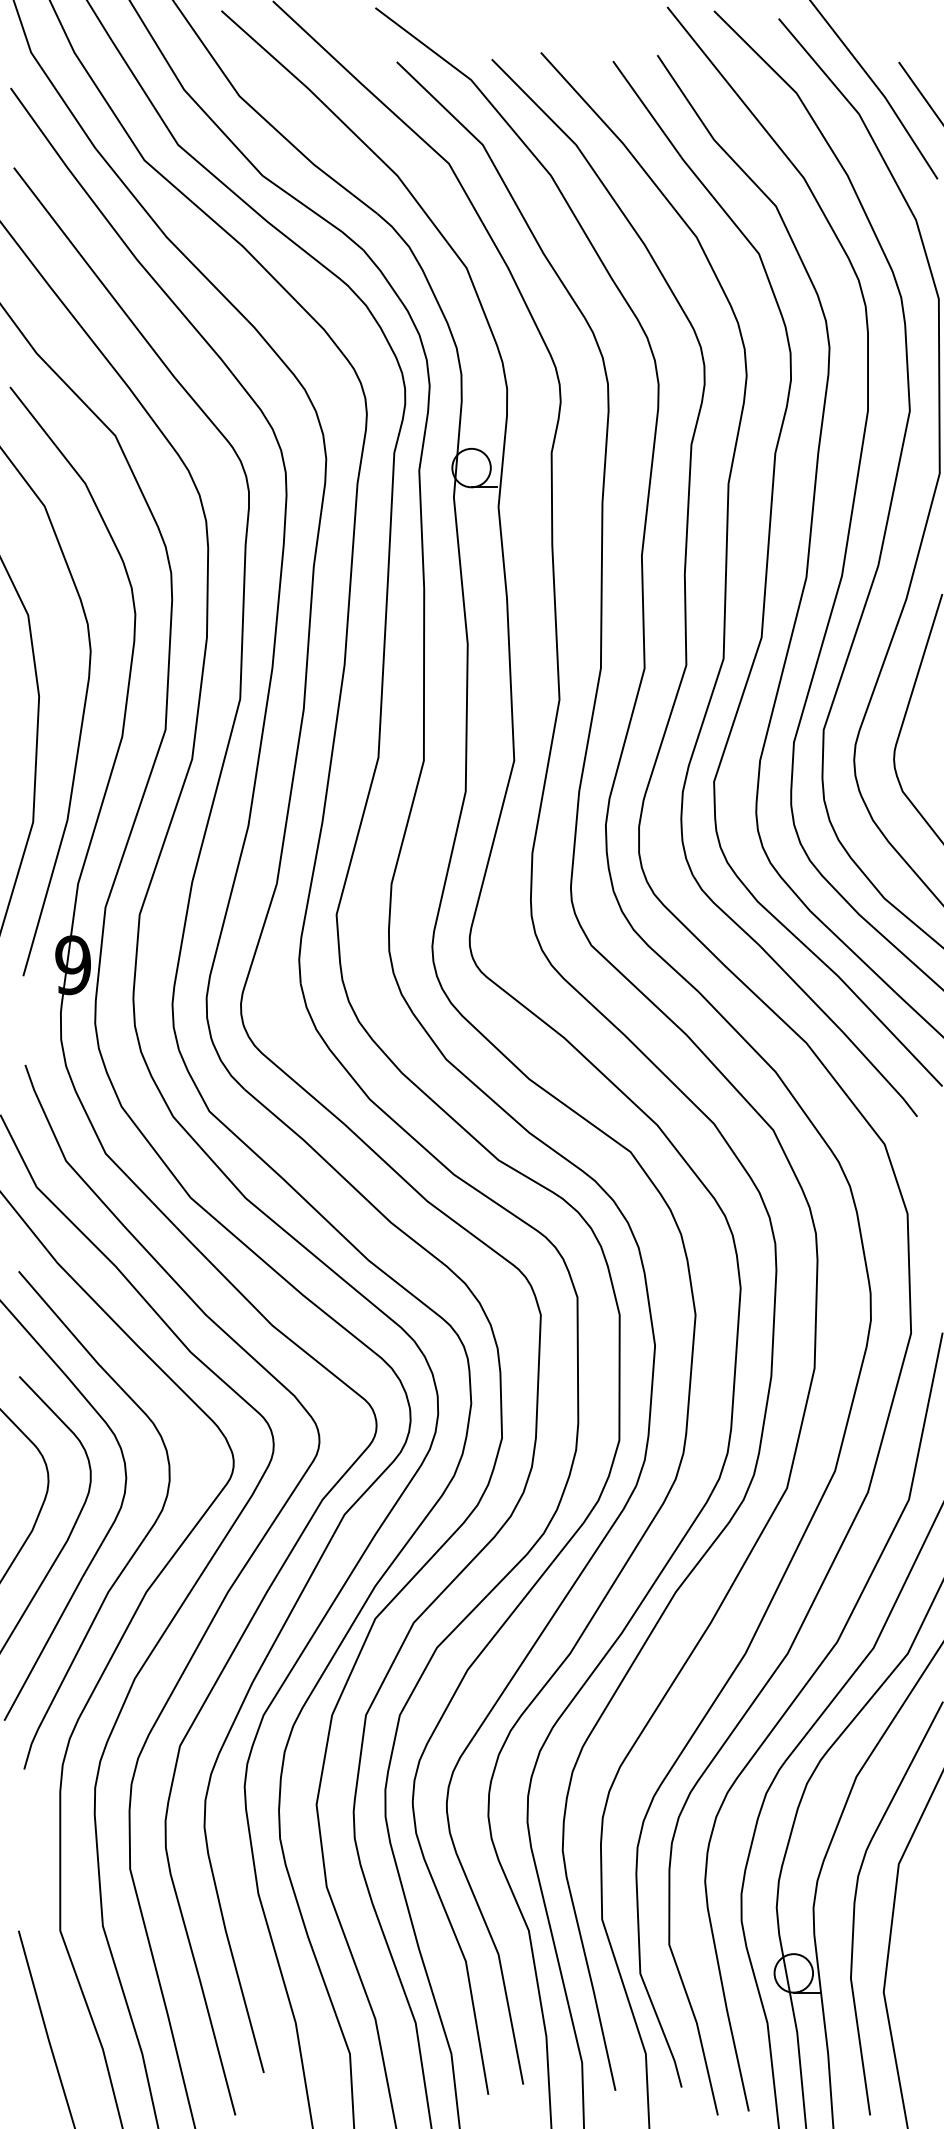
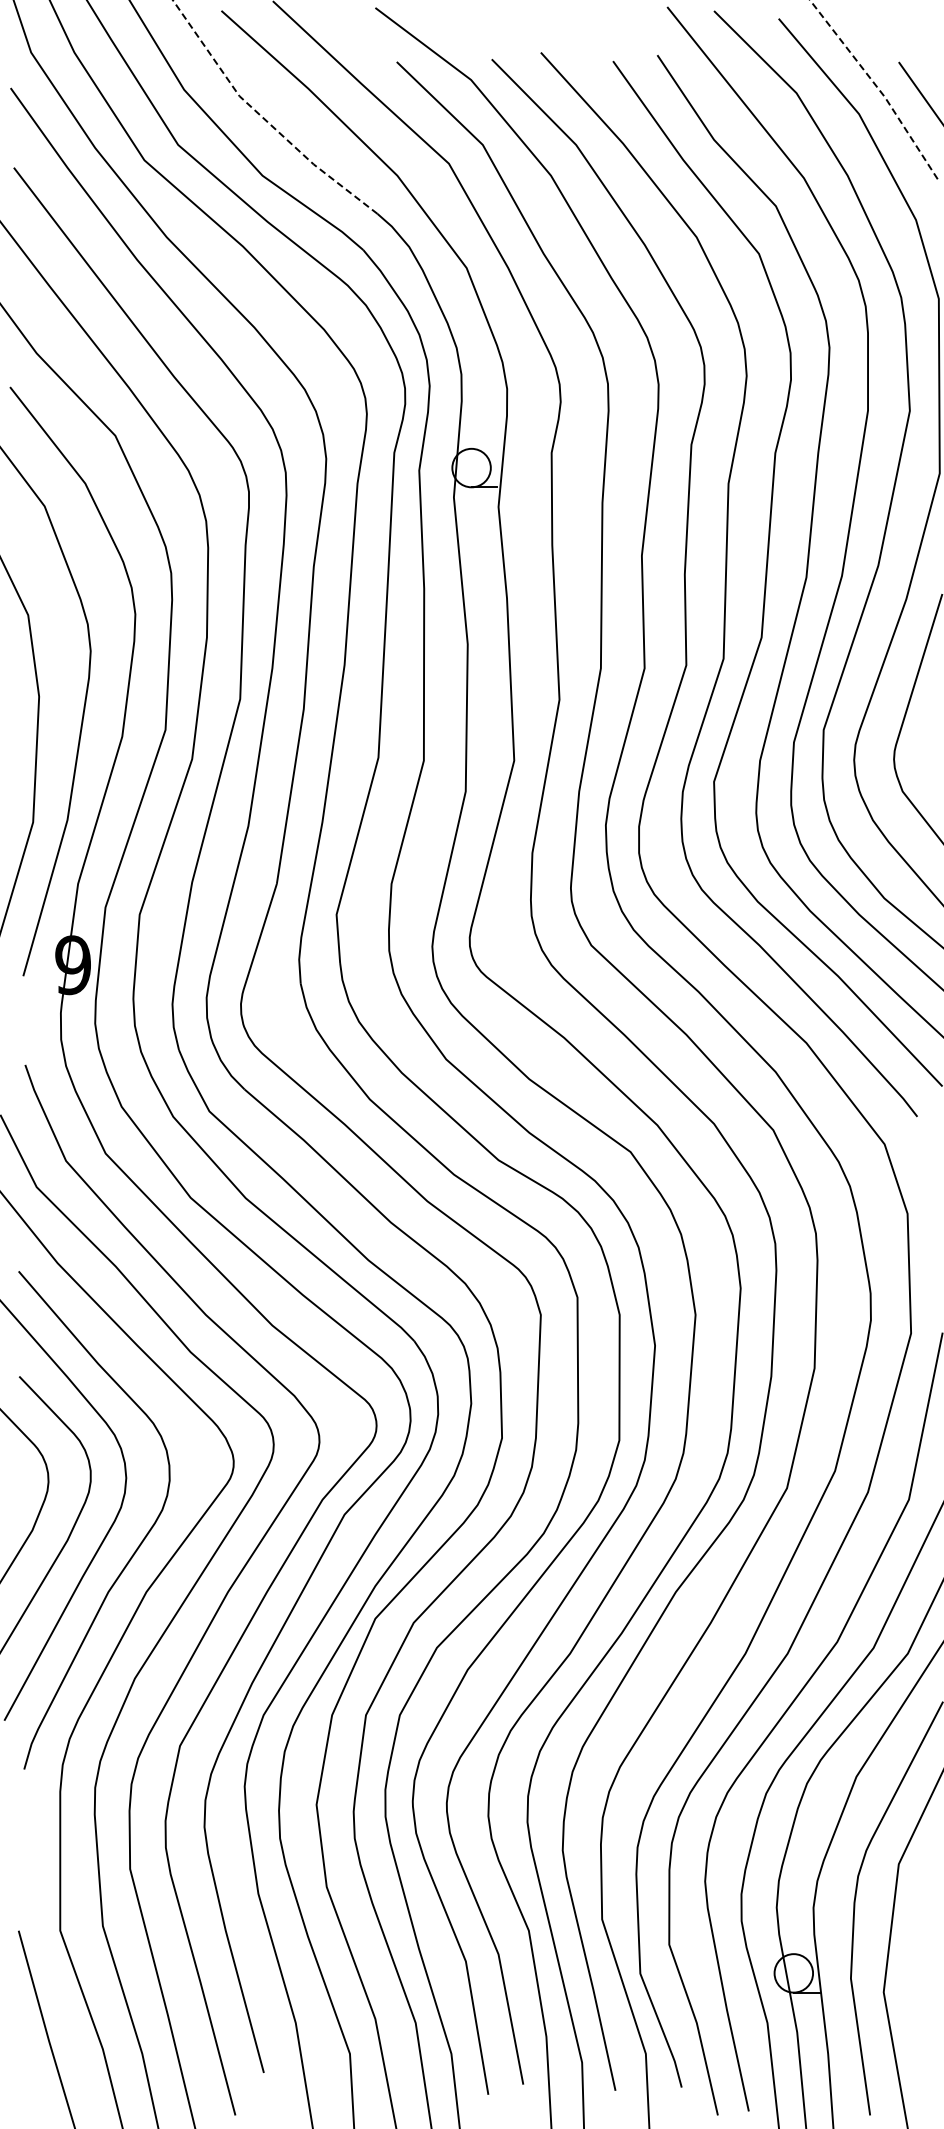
line at (877, 87): solid -> dashed
line at (263, 117): solid -> dashed
